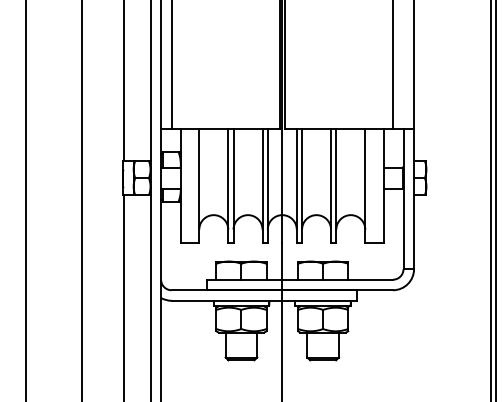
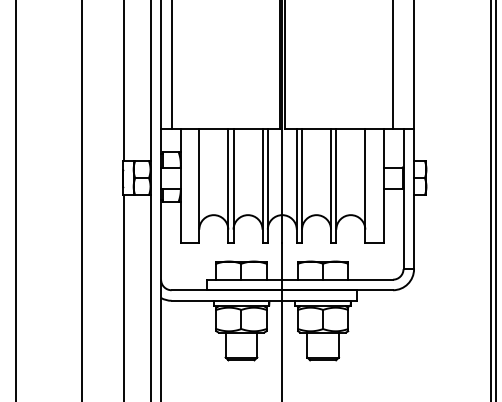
line at (25, 200) position: (25, 200) -> (15, 200)
